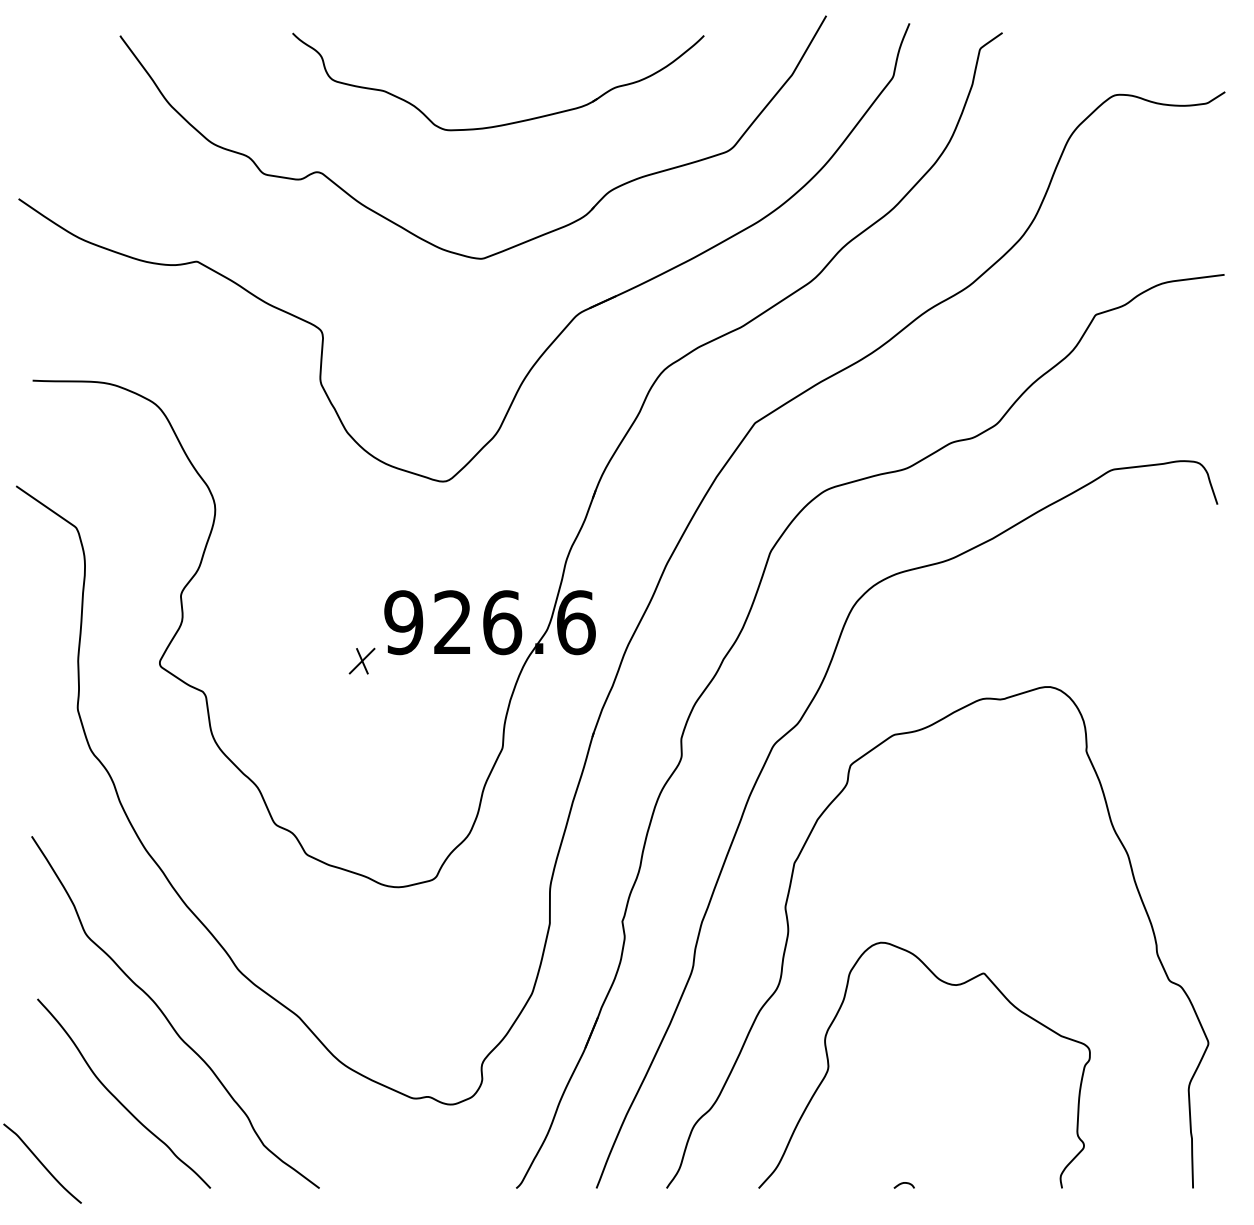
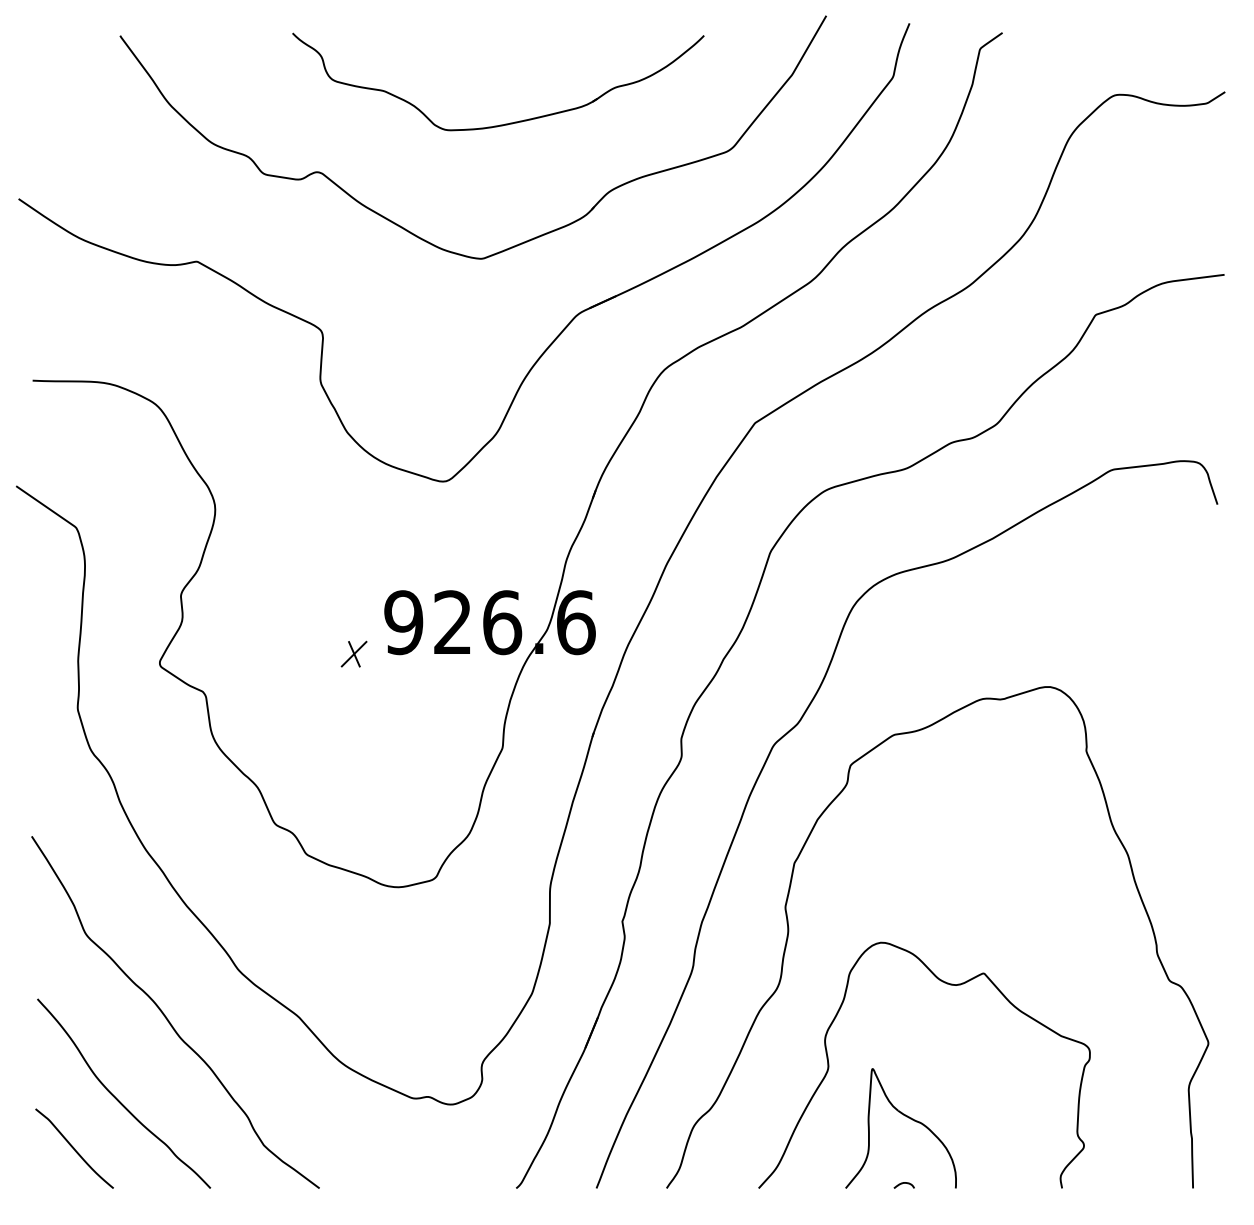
part at (361, 660) position: (361, 660) -> (353, 653)
part at (906, 1117): none -> present
curve at (42, 1163) position: (42, 1163) -> (74, 1148)
